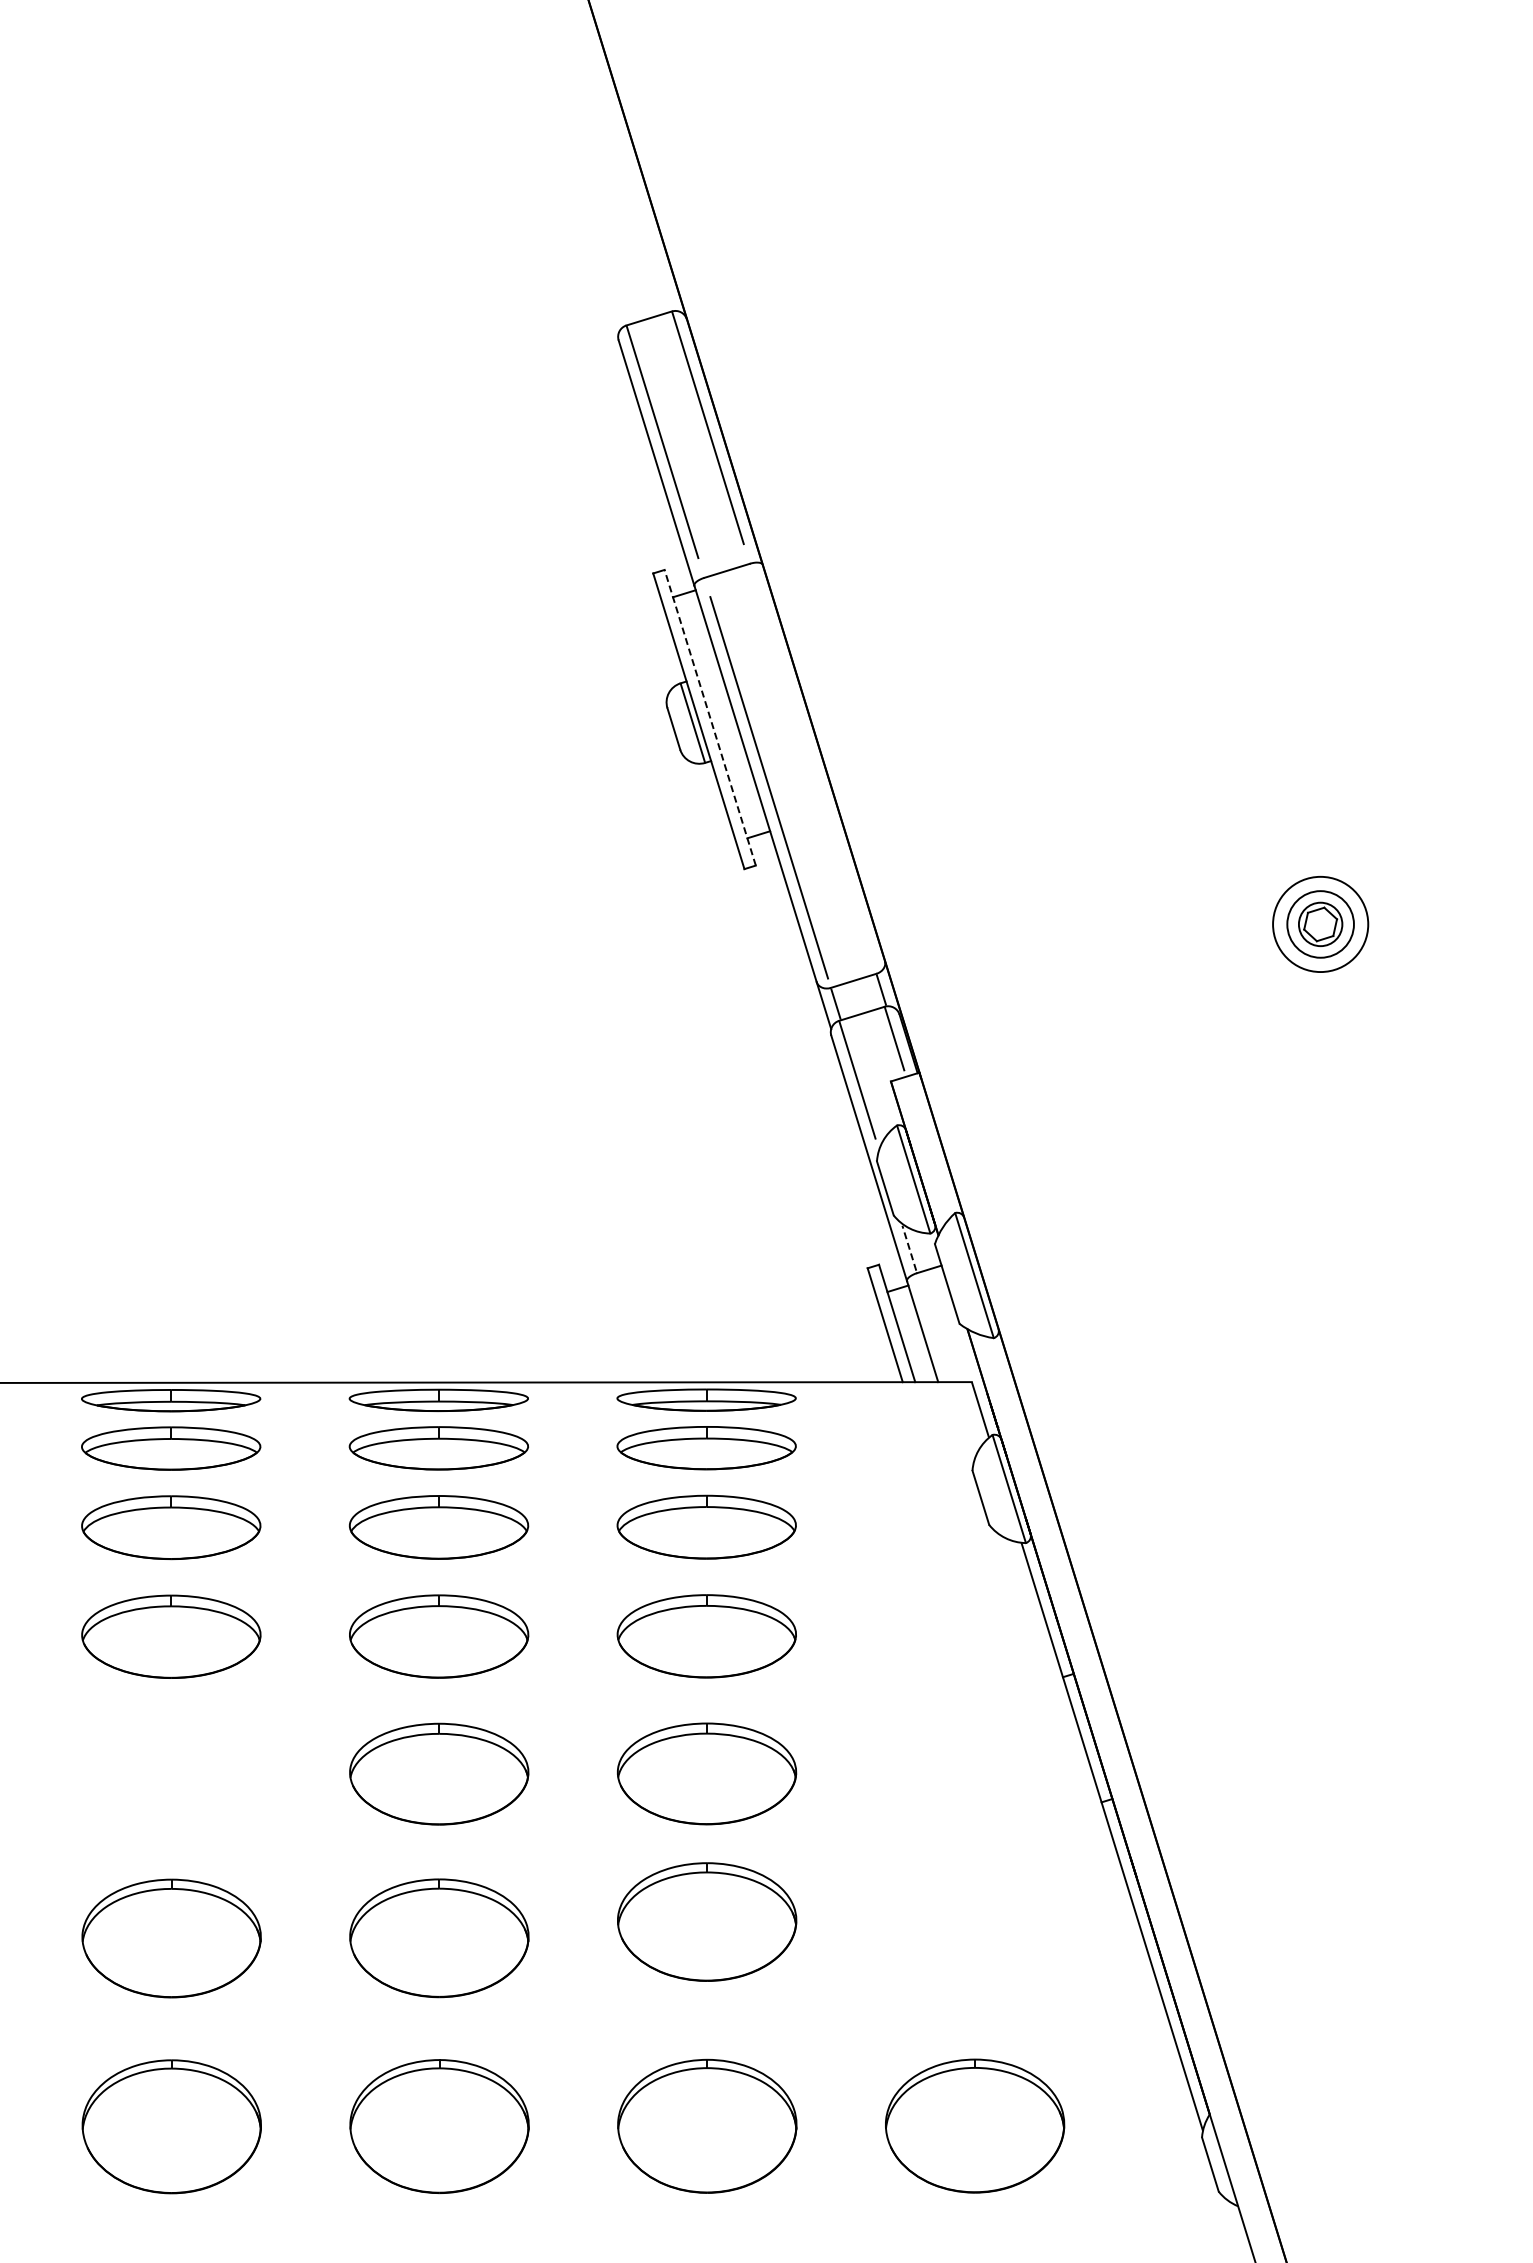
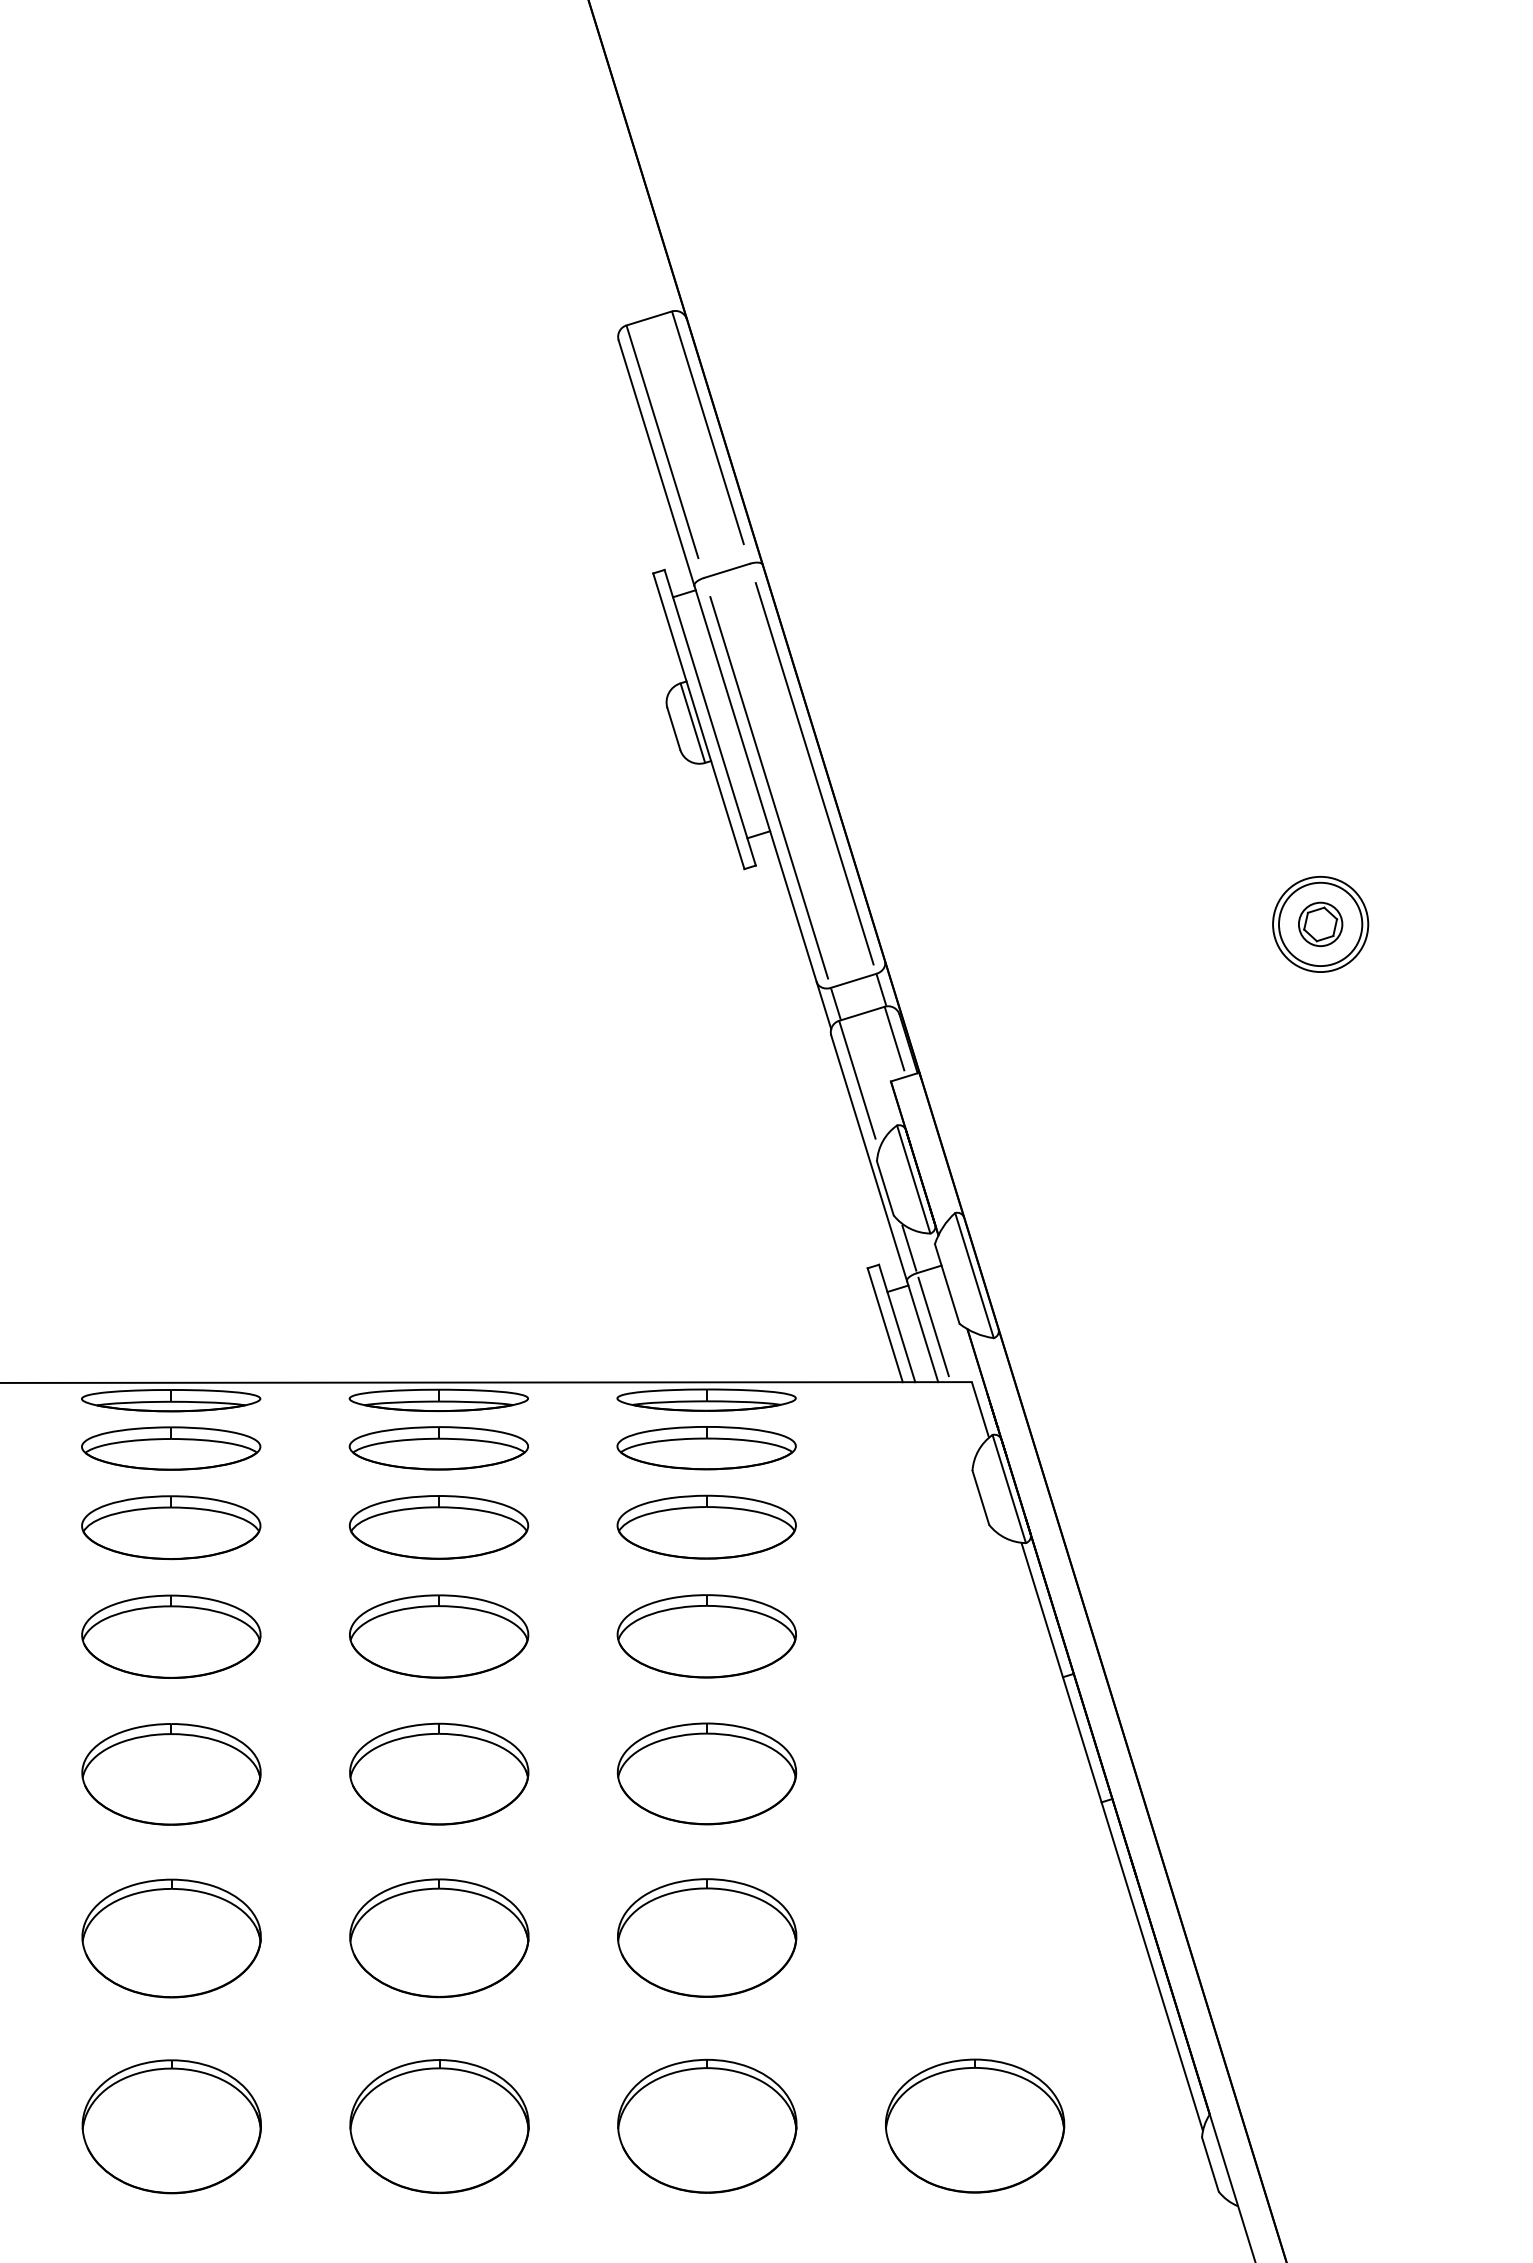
line at (710, 717): dashed -> solid
line at (814, 773): none -> present
circle at (1320, 924) diameter: 67 px -> 83 px
line at (909, 1247): dashed -> solid
line at (933, 1326): none -> present
part at (171, 1774): none -> present
part at (707, 1921) position: (707, 1921) -> (707, 1937)
